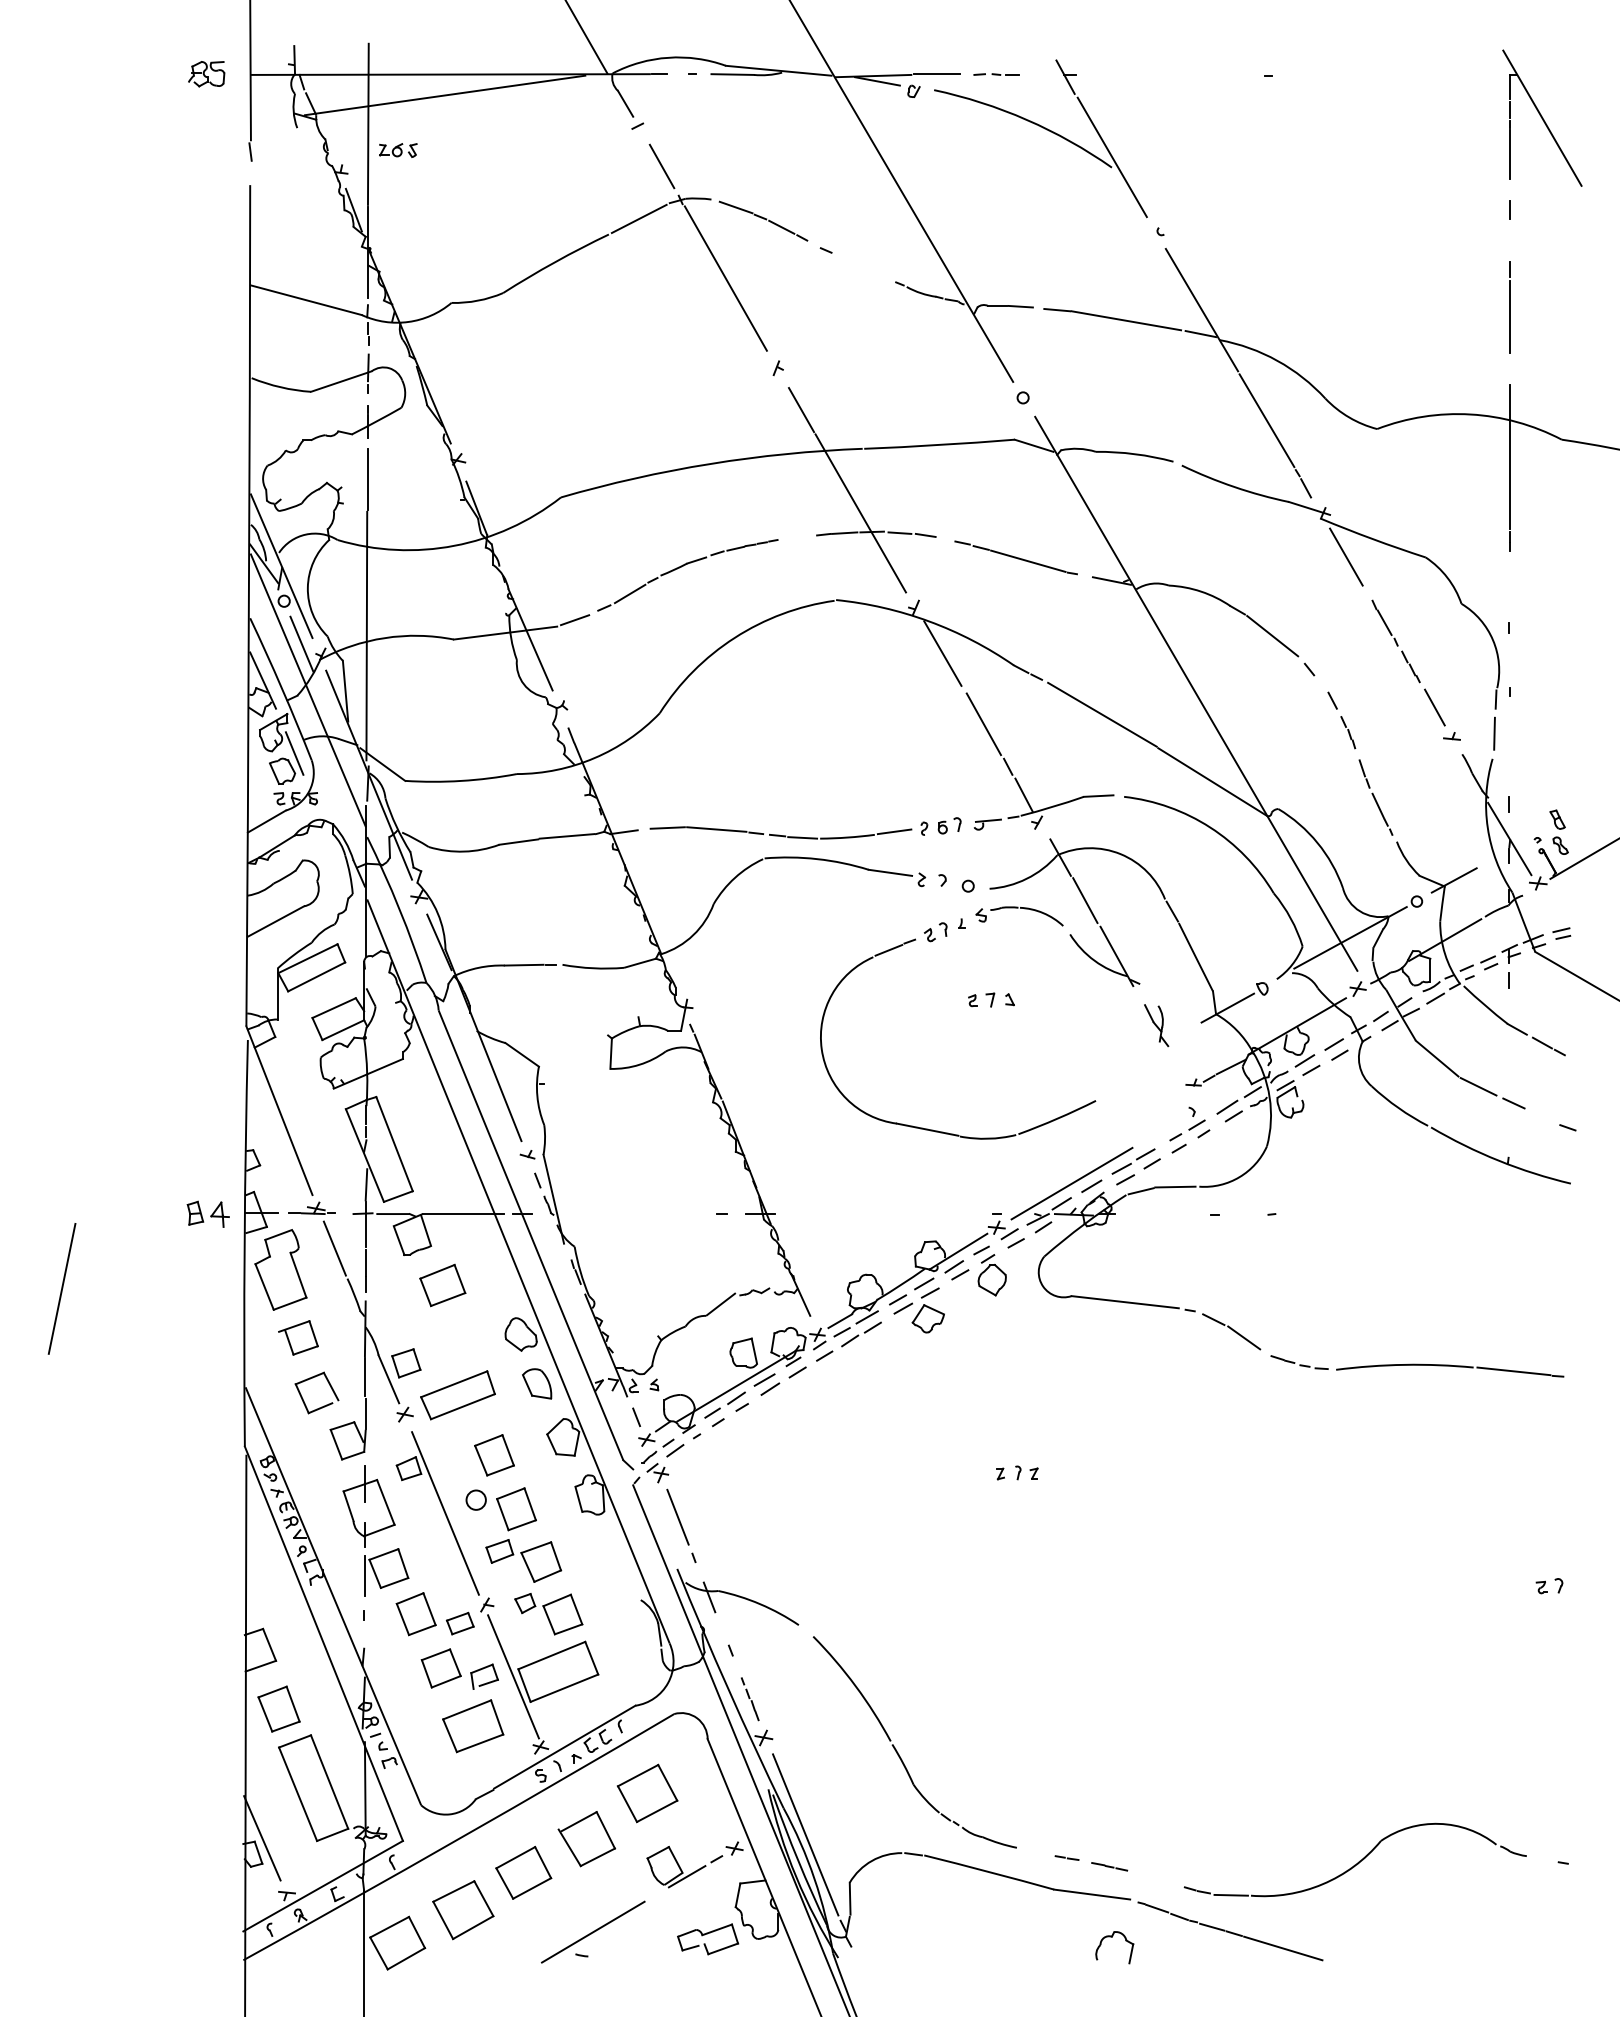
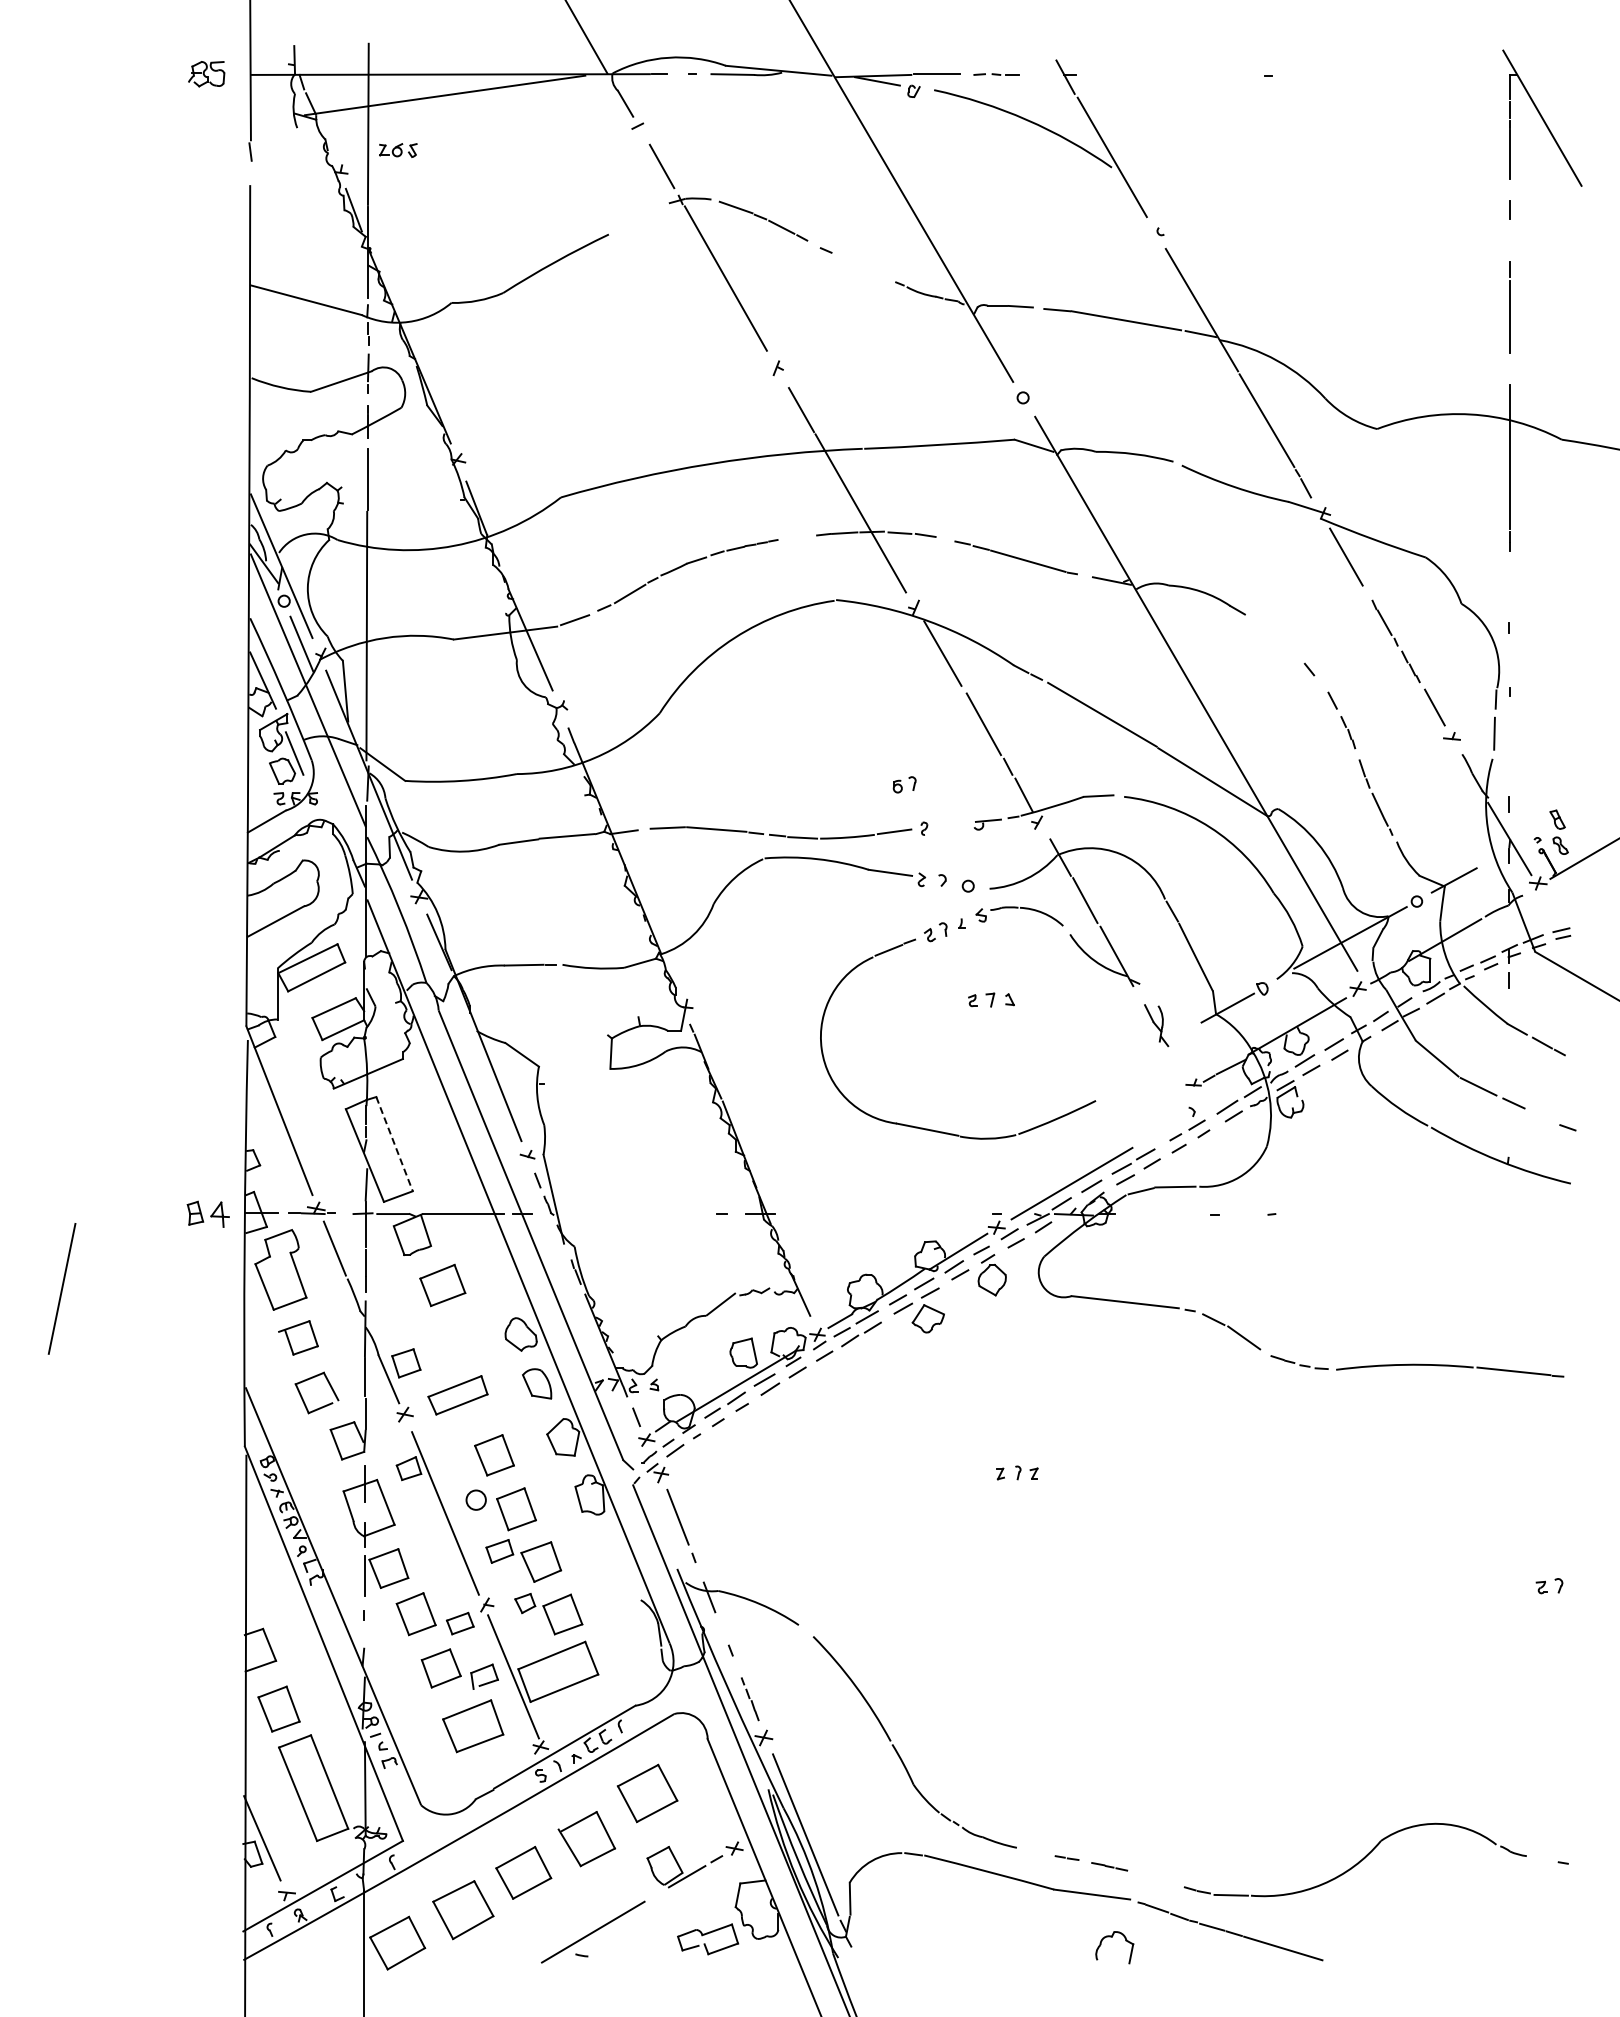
line at (638, 218): present -> none
line at (1272, 636): present -> none
part at (949, 825) position: (949, 825) -> (904, 784)
line at (394, 1144): solid -> dashed
part at (457, 1395) size: 76x51 px -> 62x41 px
